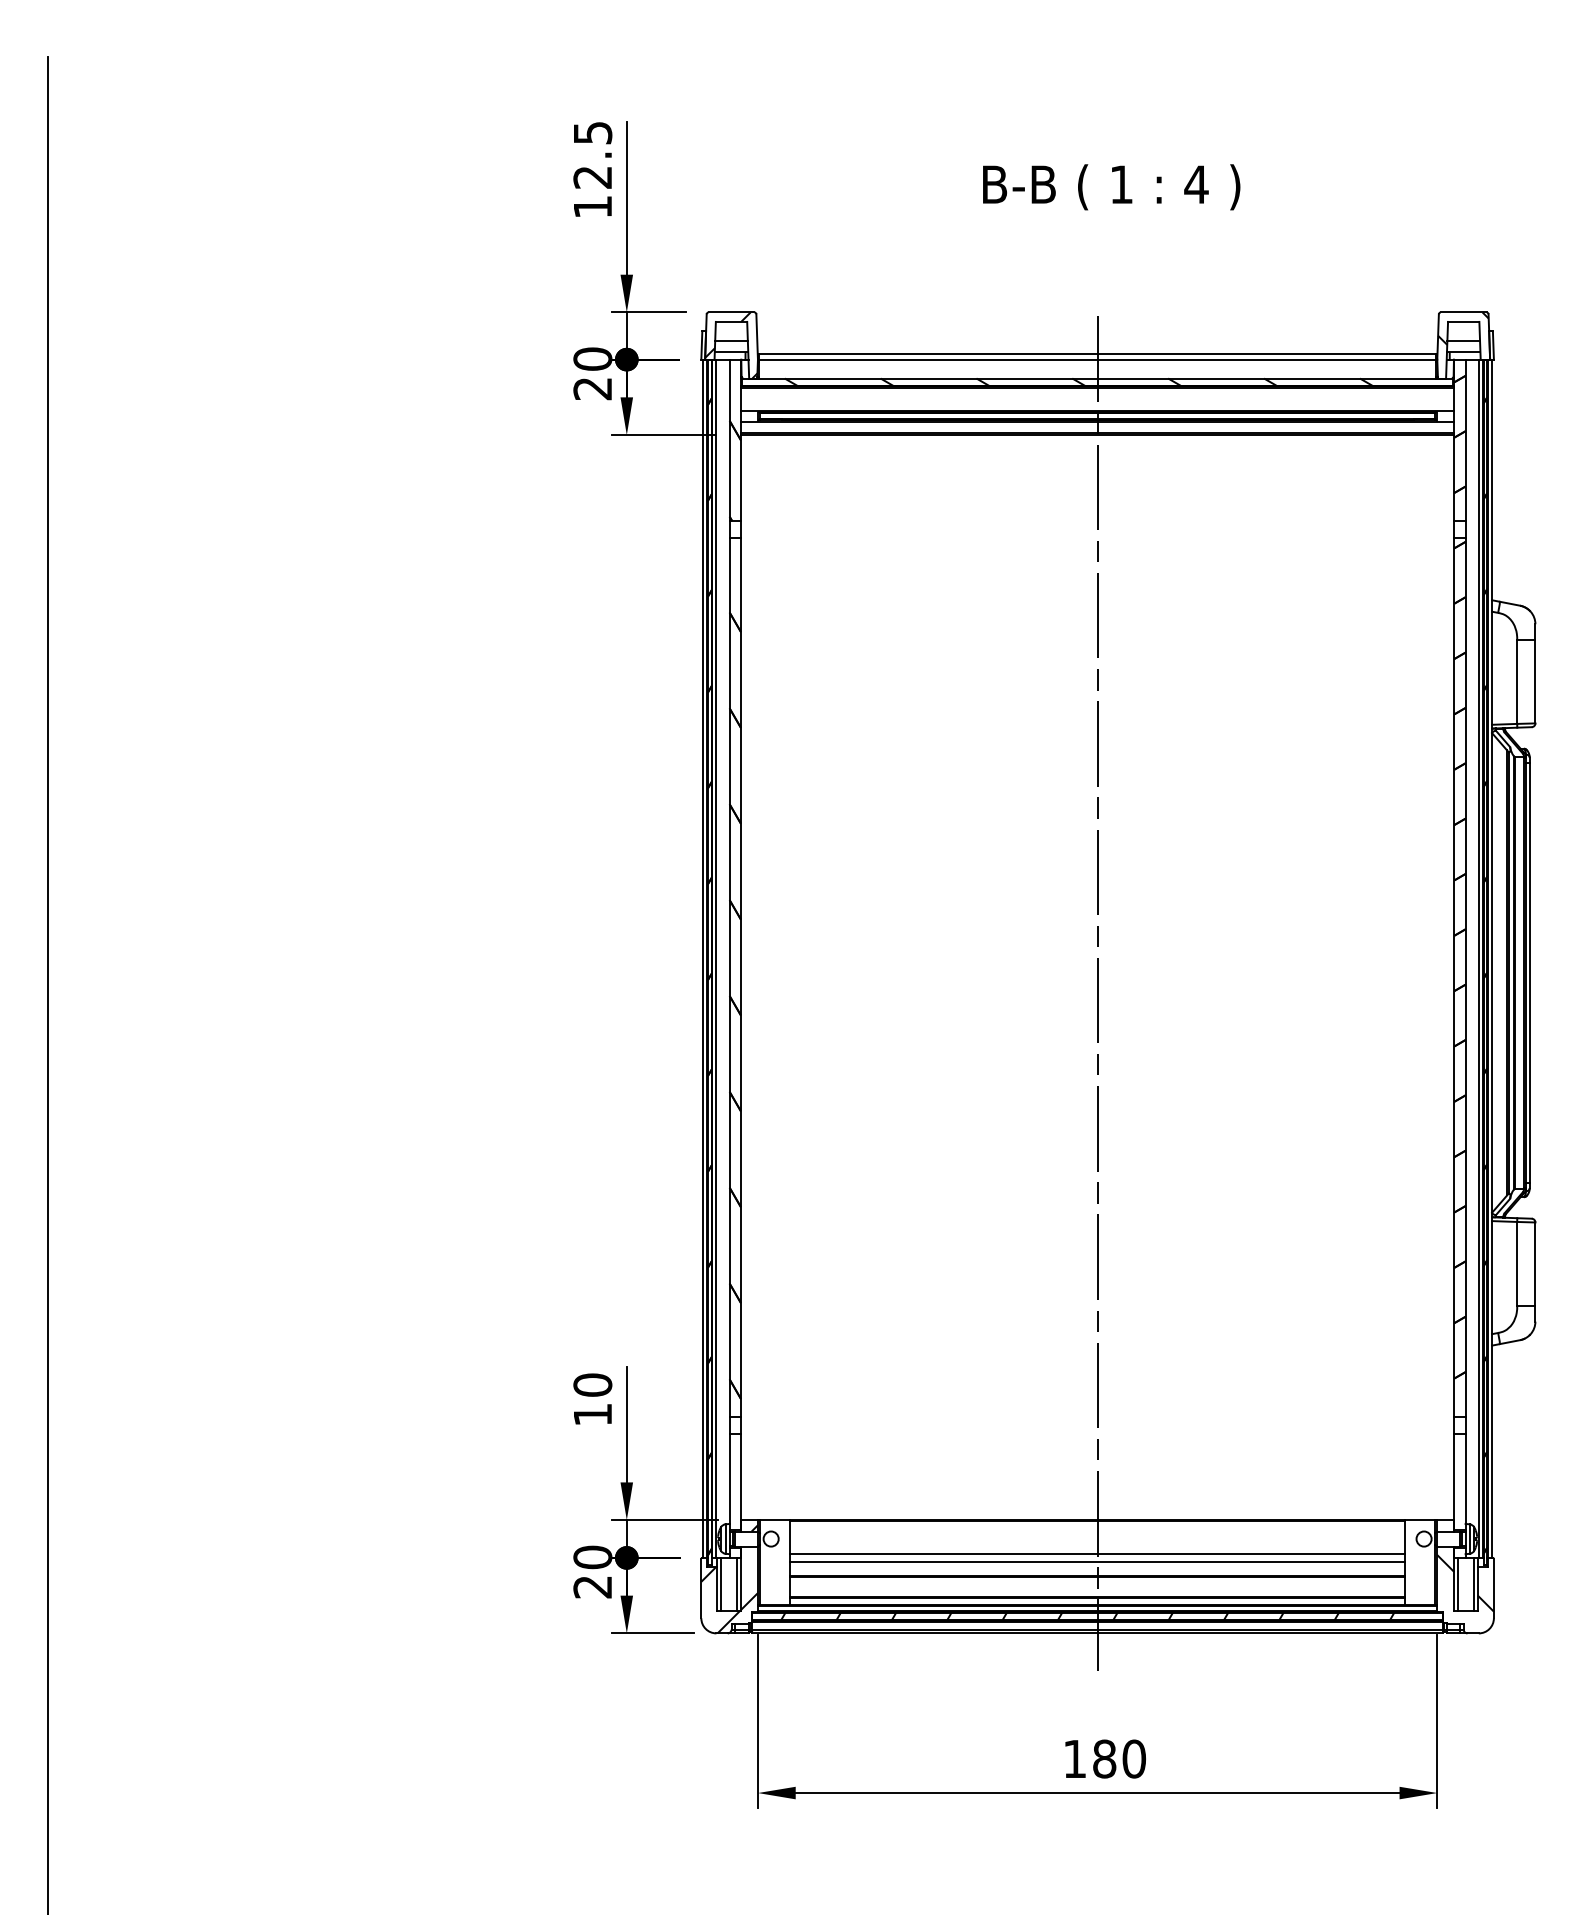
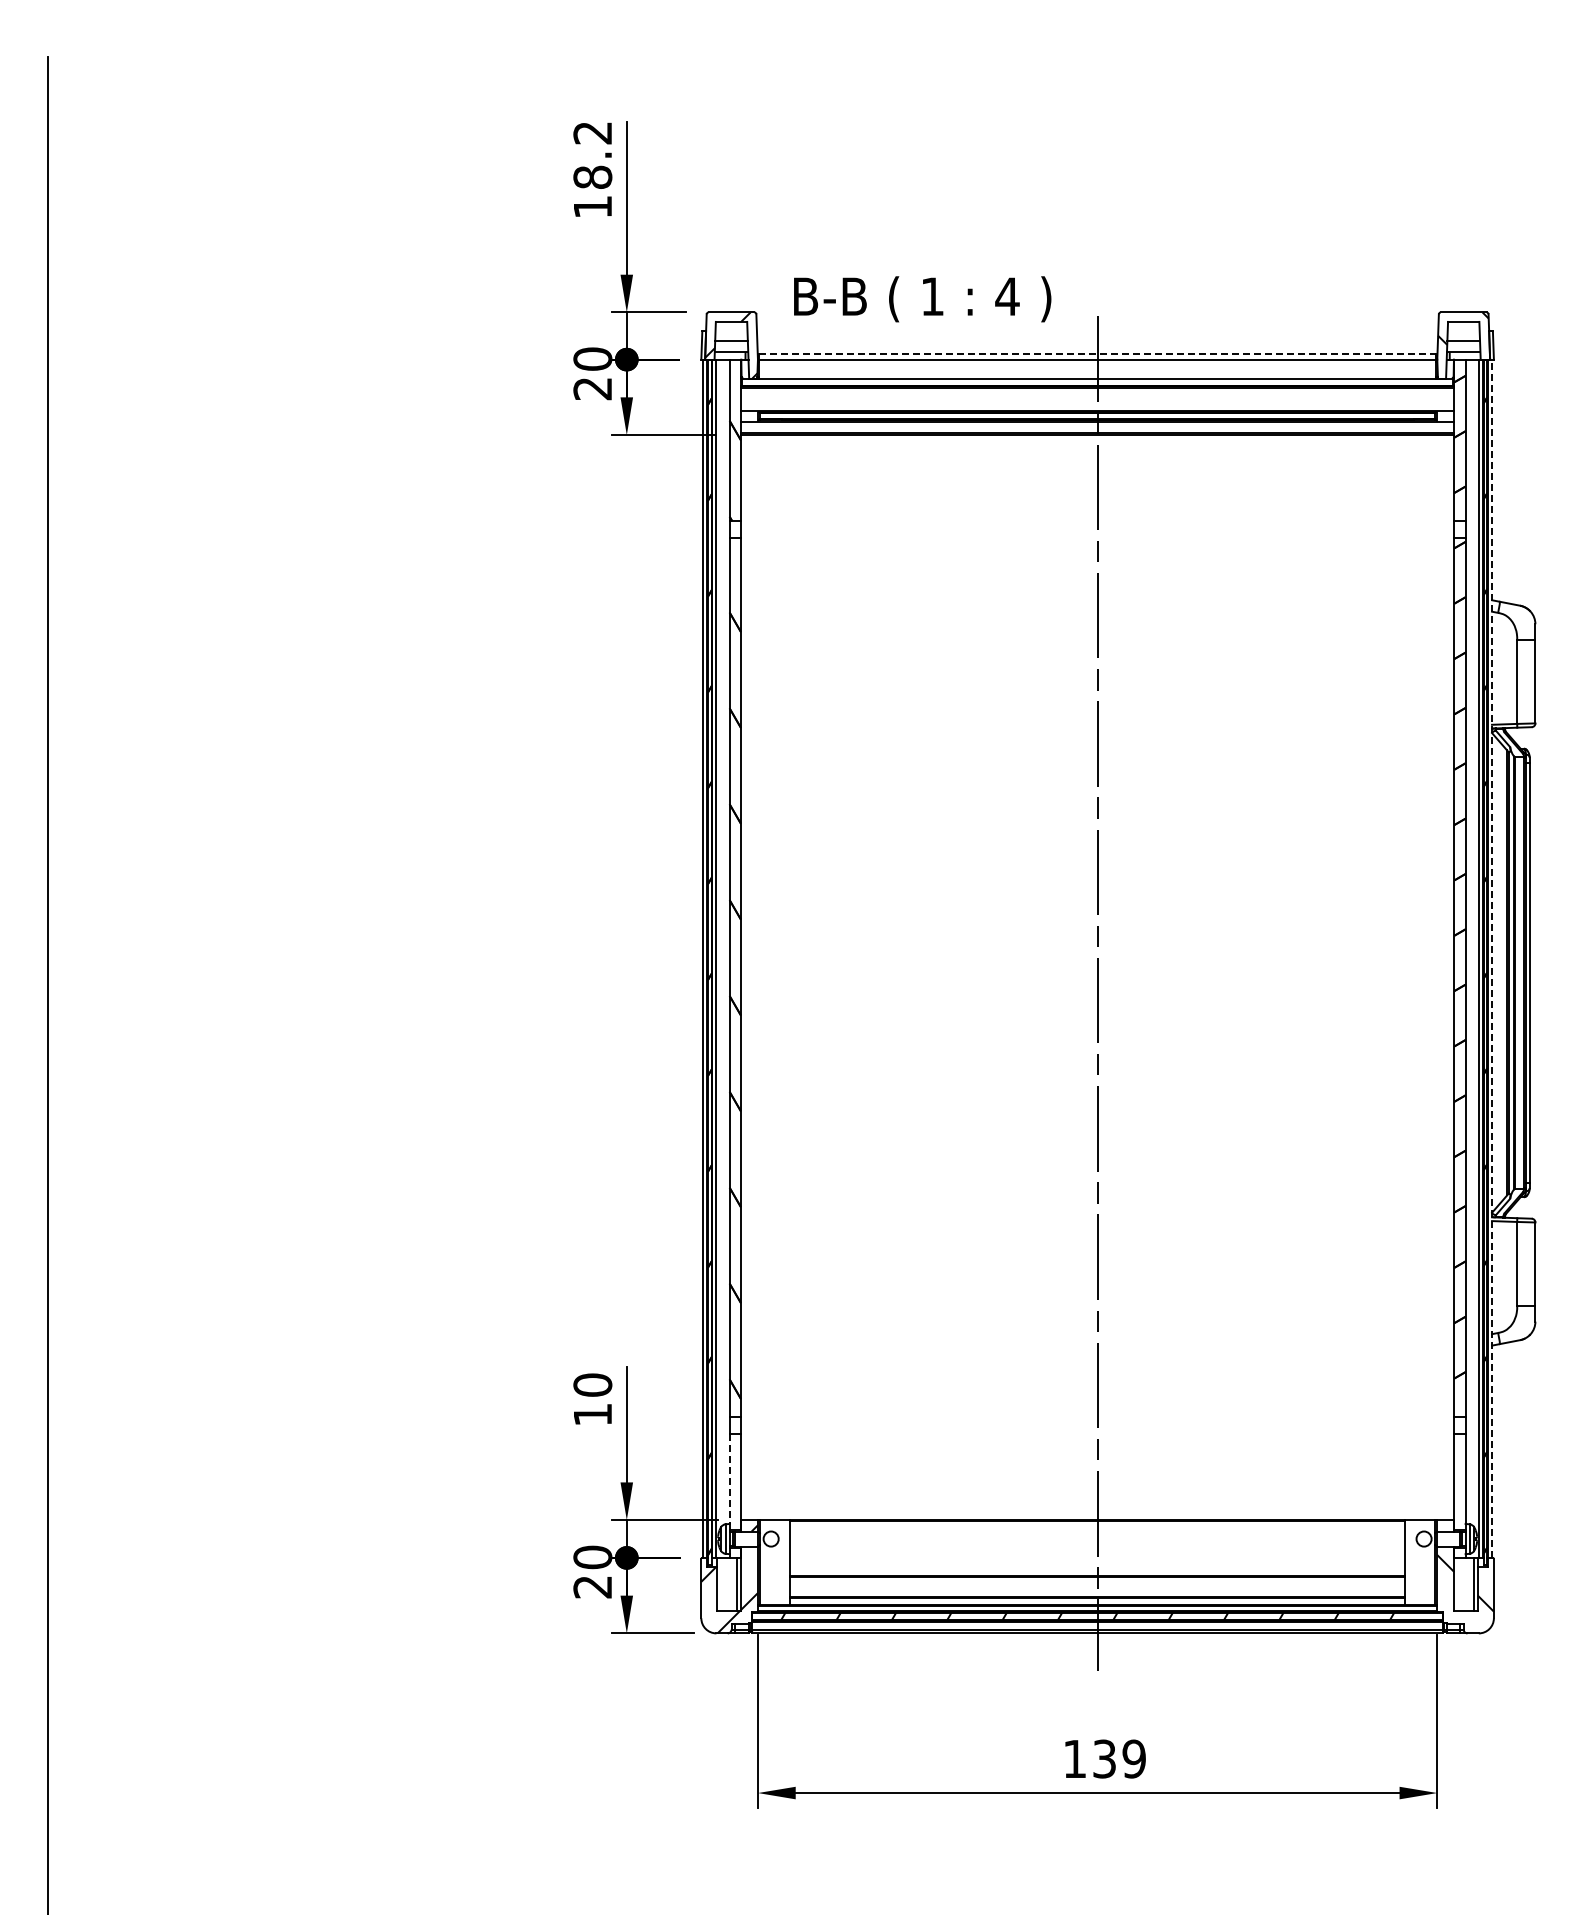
text at (592, 155): 12.5 -> 18.2
text at (1111, 187) position: (1111, 187) -> (922, 299)
line at (1097, 353): solid -> dashed
hatch at (1078, 382): present -> none
line at (1492, 958): solid -> dashed
line at (729, 1479): solid -> dashed
line at (1097, 1554): present -> none
line at (1097, 1561): present -> none
line at (721, 1583): present -> none
line at (1458, 1583): present -> none
text at (1119, 1758): 180 -> 139
